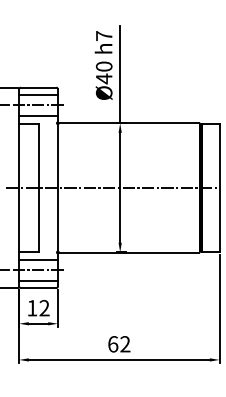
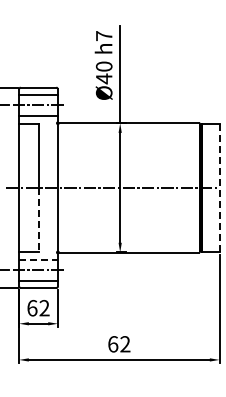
line at (219, 187): solid -> dashed
line at (38, 219): solid -> dashed
line at (39, 259): solid -> dashed
text at (32, 308): 12 -> 62
